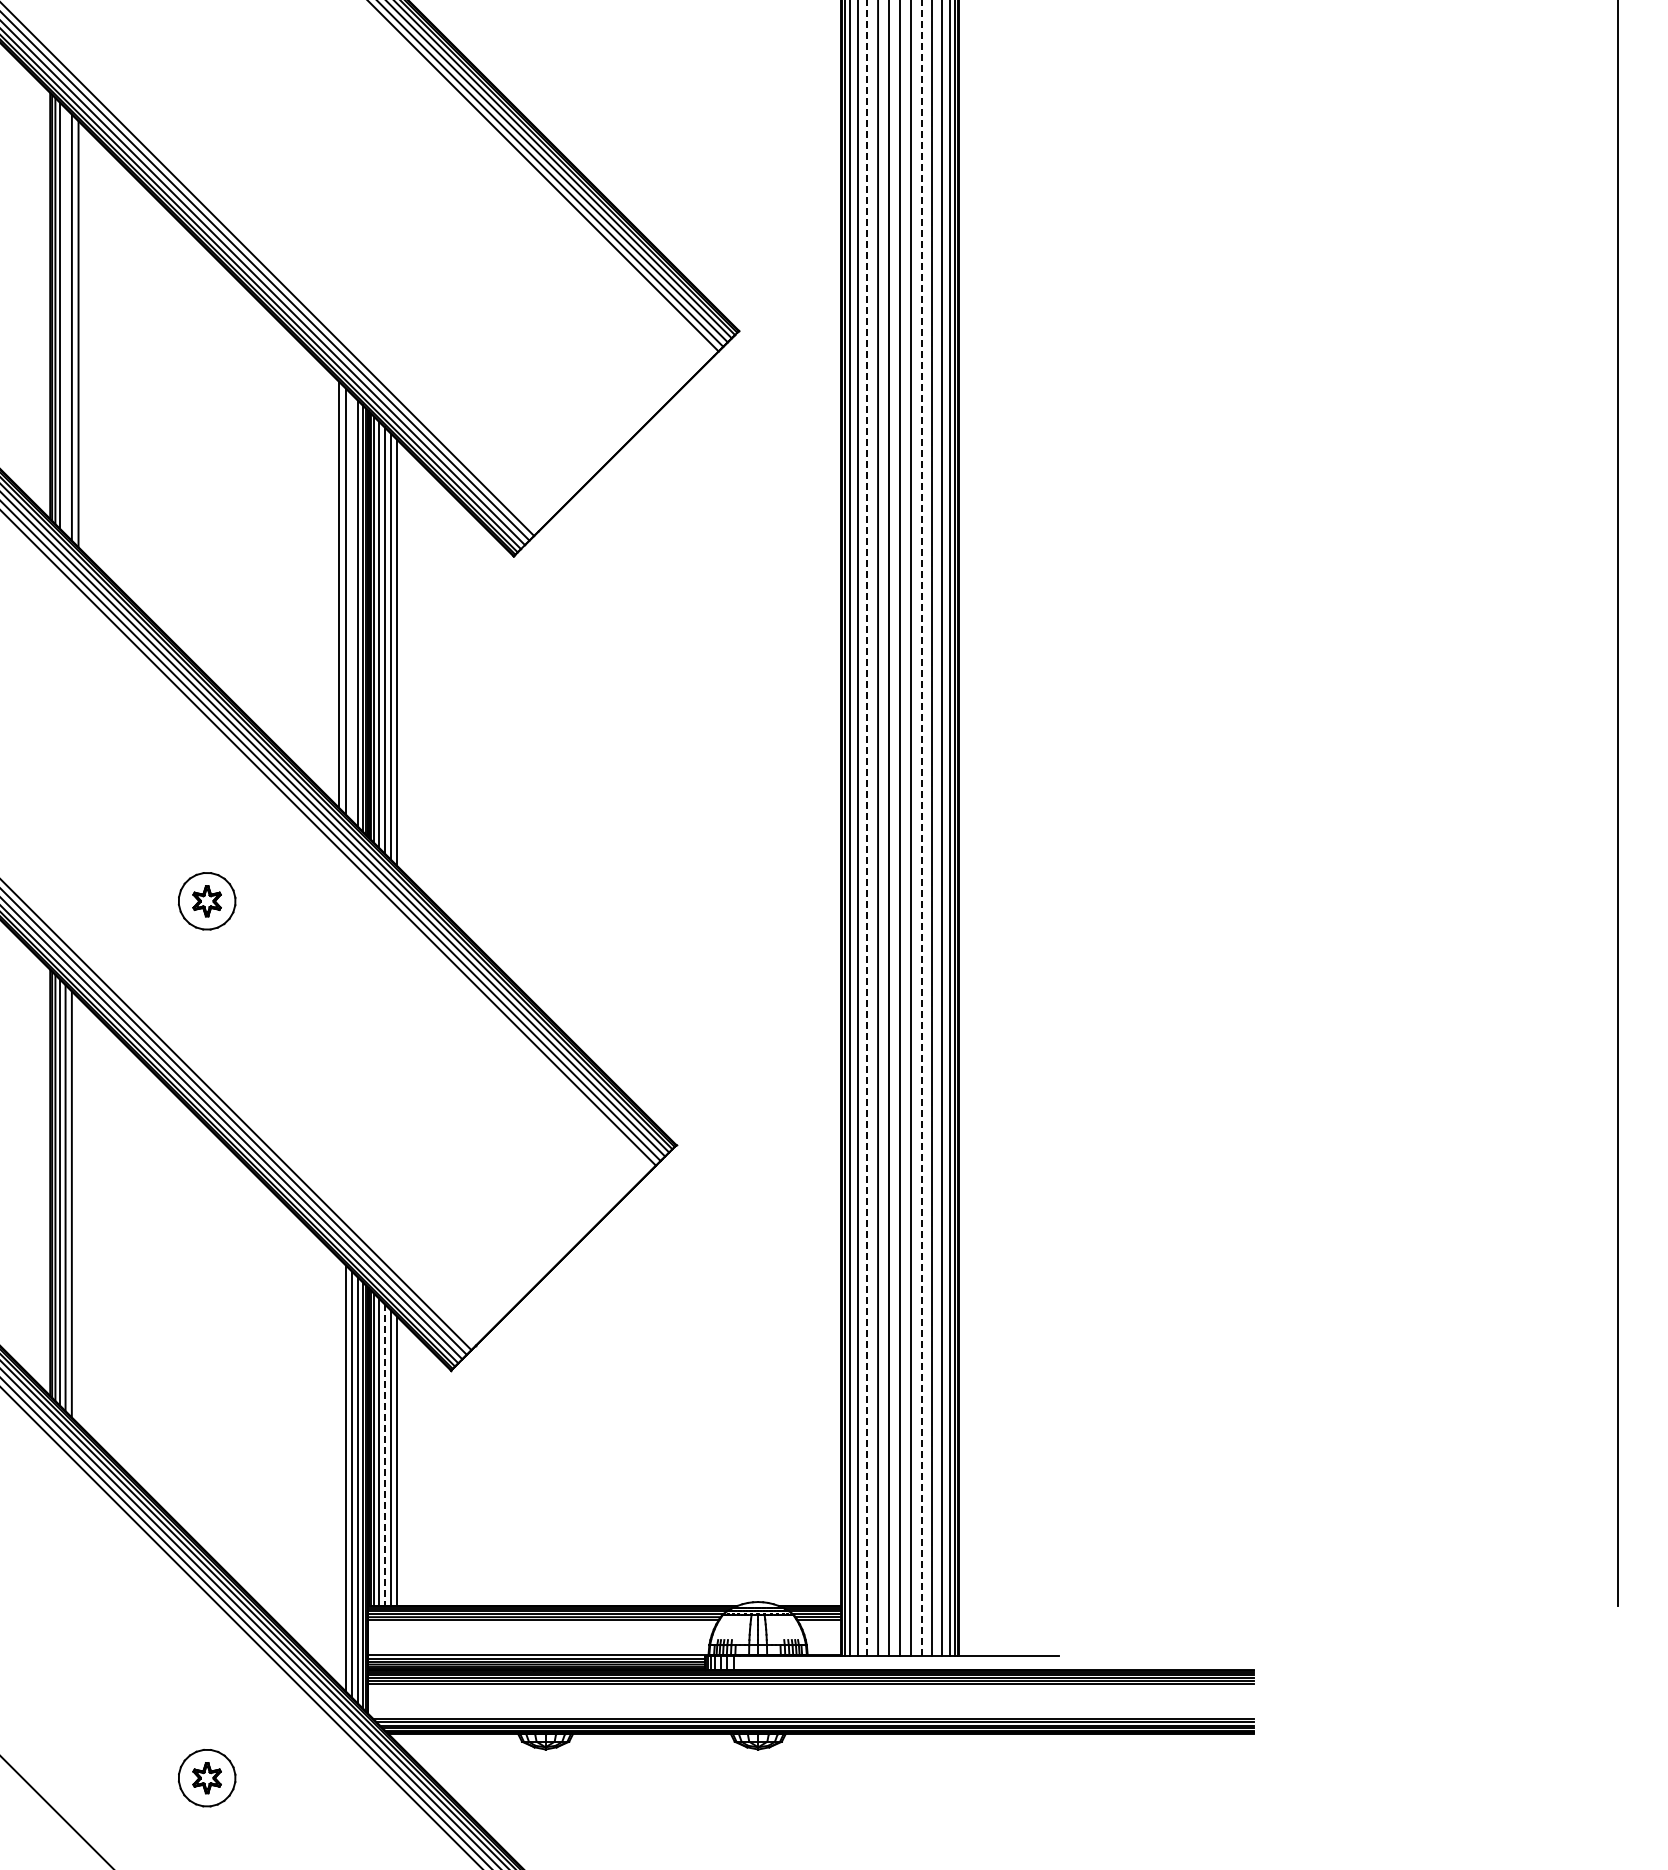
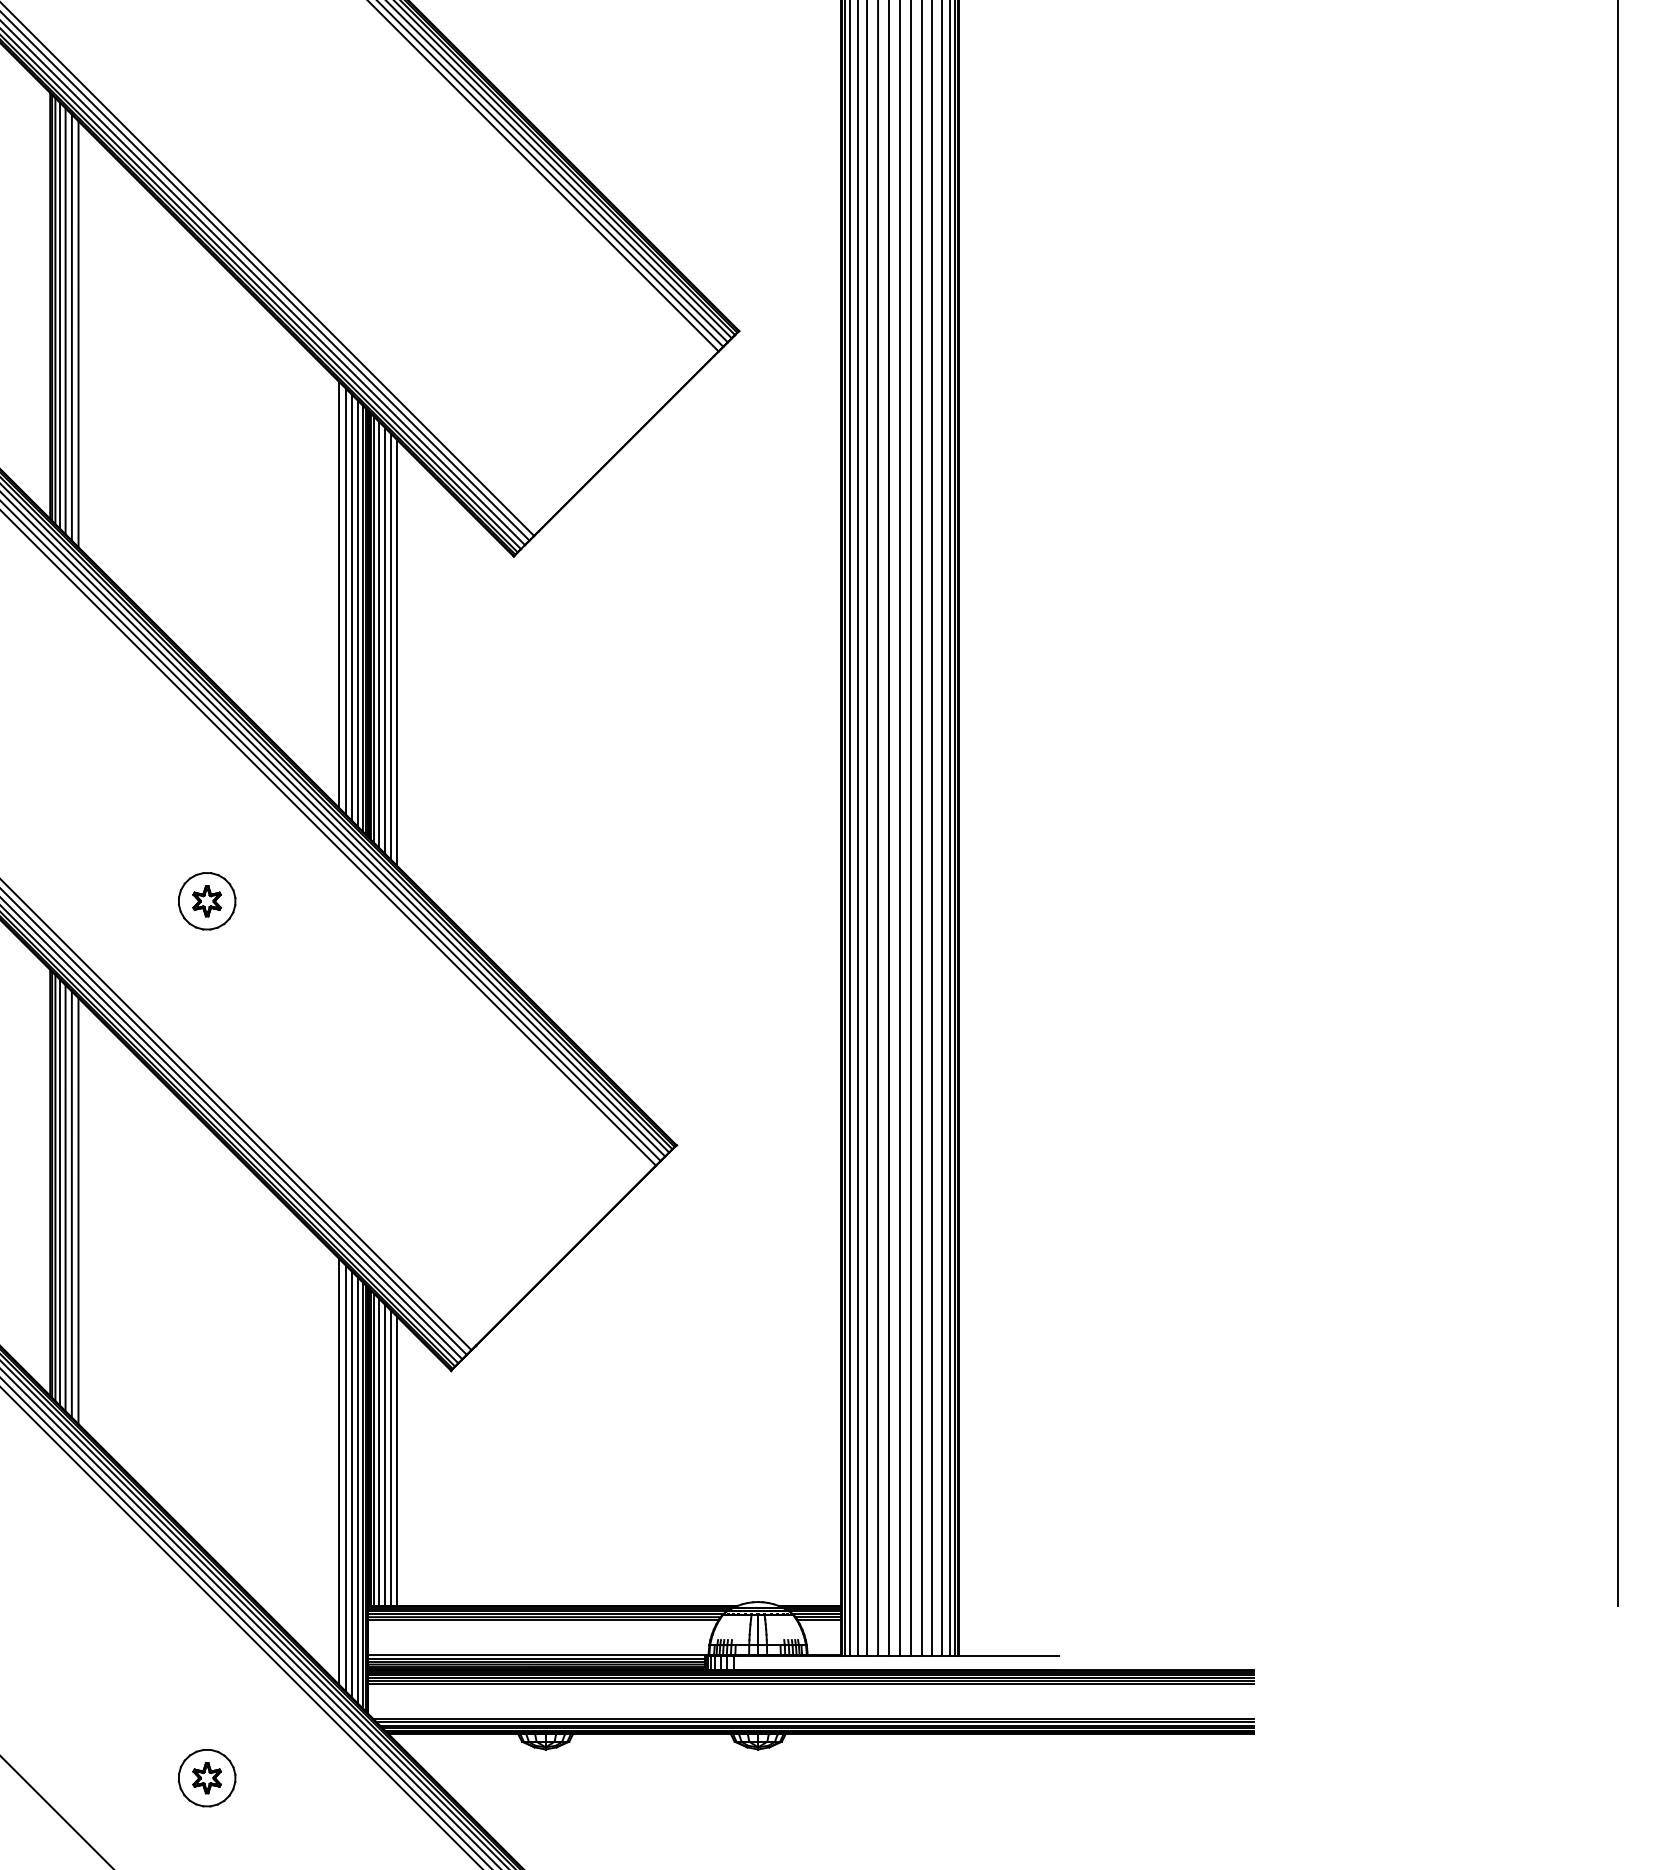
line at (65, 321): none -> present
line at (352, 608): none -> present
line at (867, 827): dashed -> solid
line at (921, 827): dashed -> solid
line at (78, 1211): none -> present
line at (384, 1455): dashed -> solid
line at (339, 1472): none -> present
